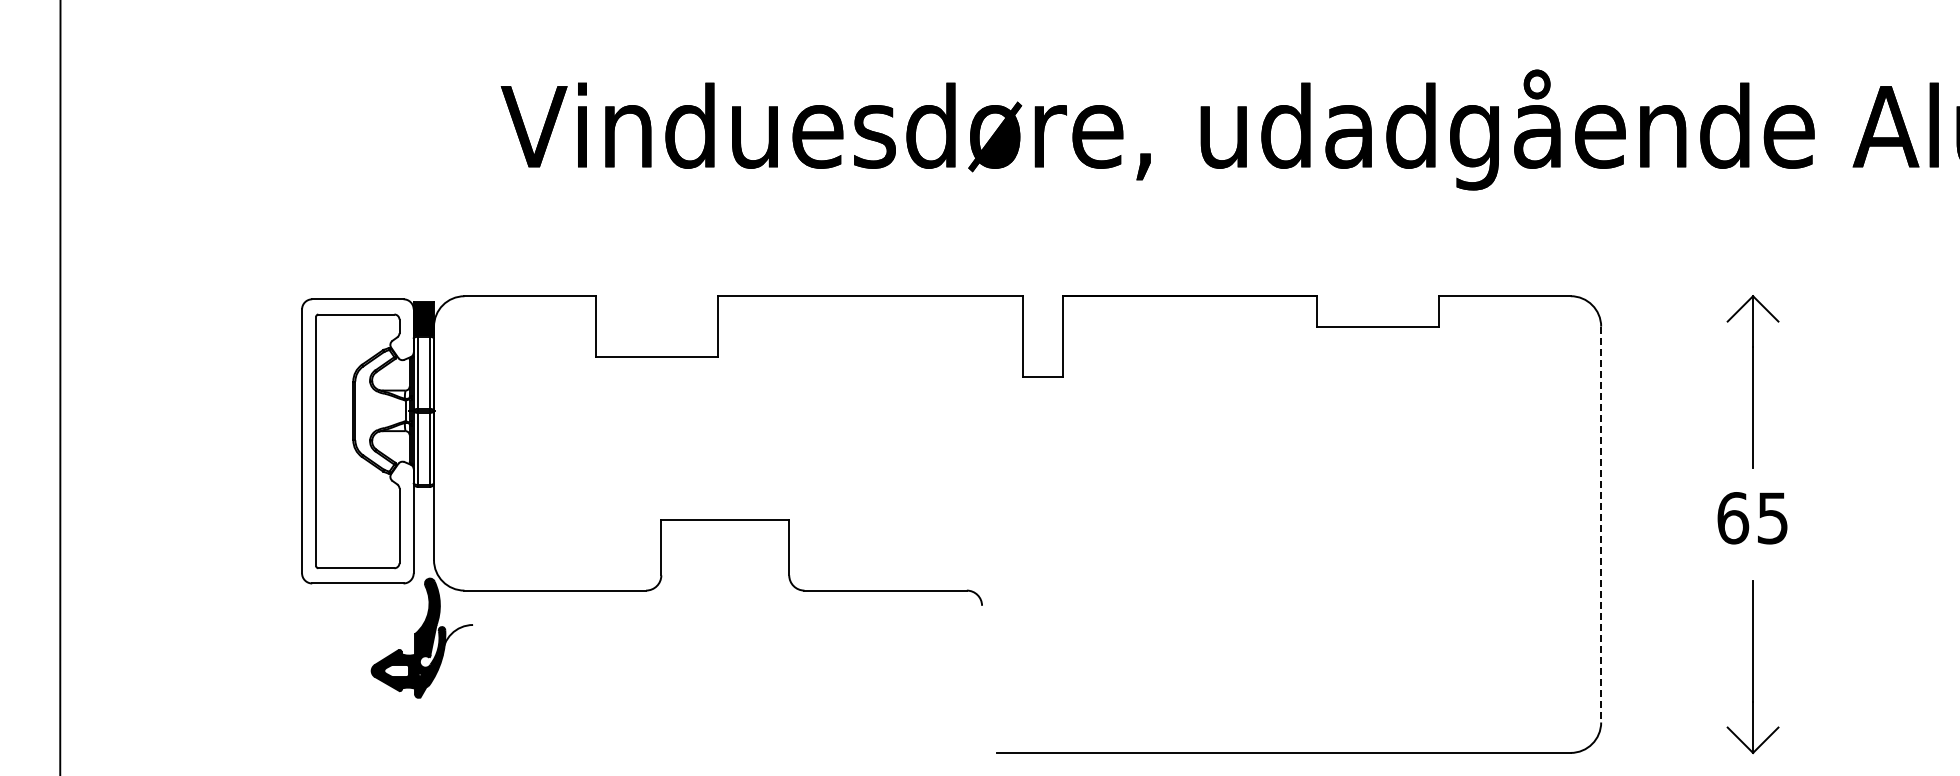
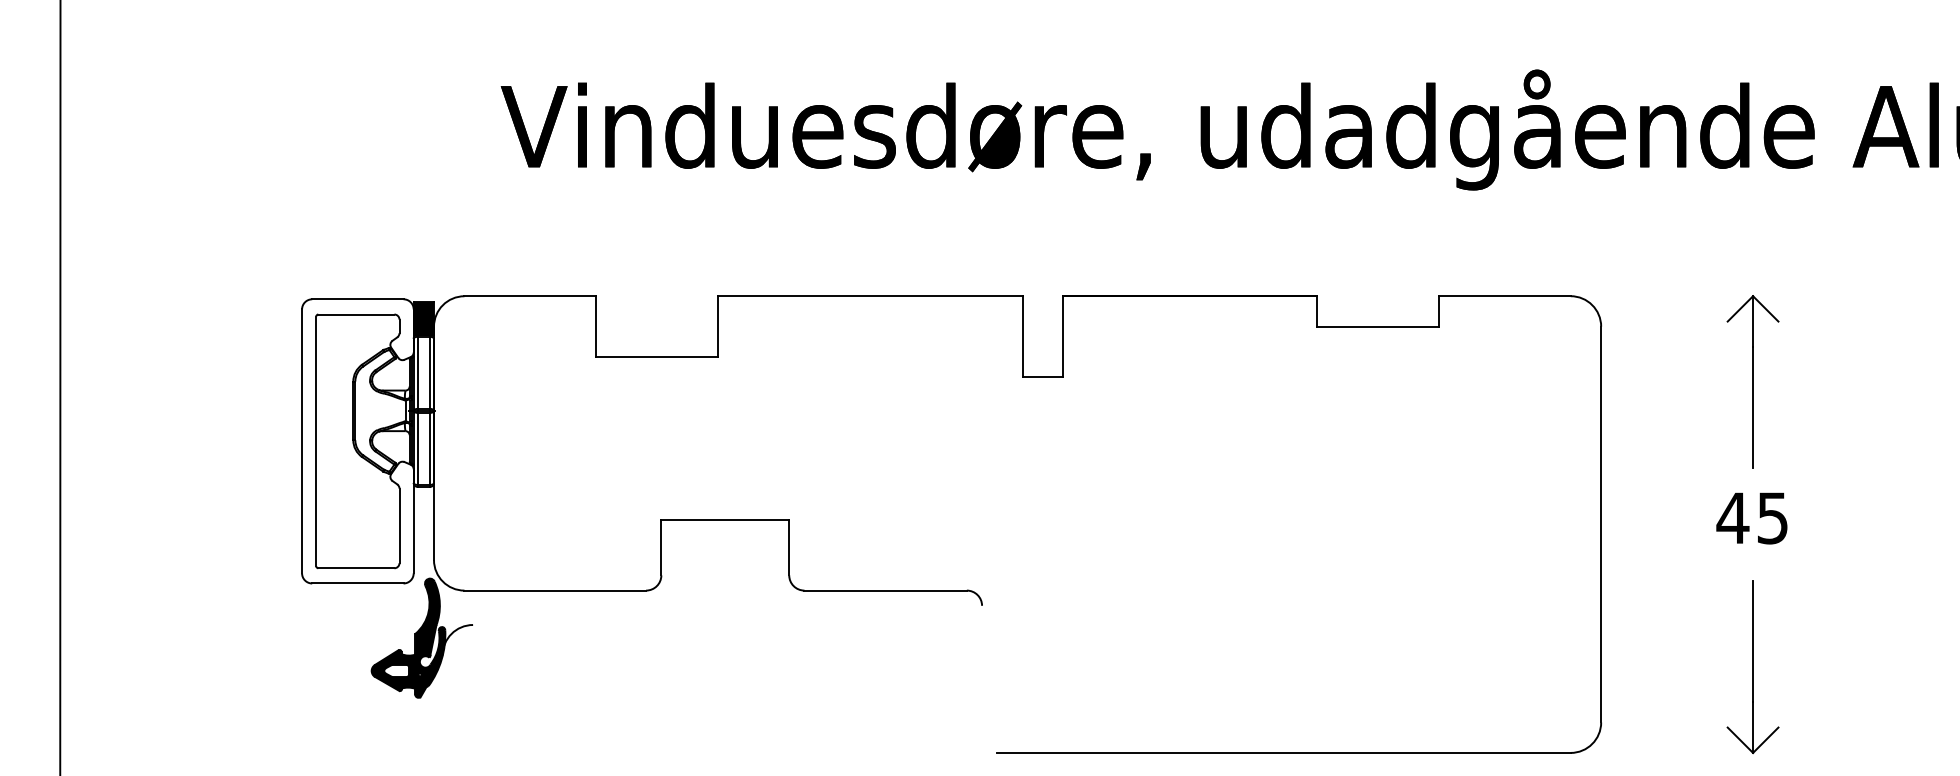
text at (1732, 518): 65 -> 45
line at (1601, 524): dashed -> solid
